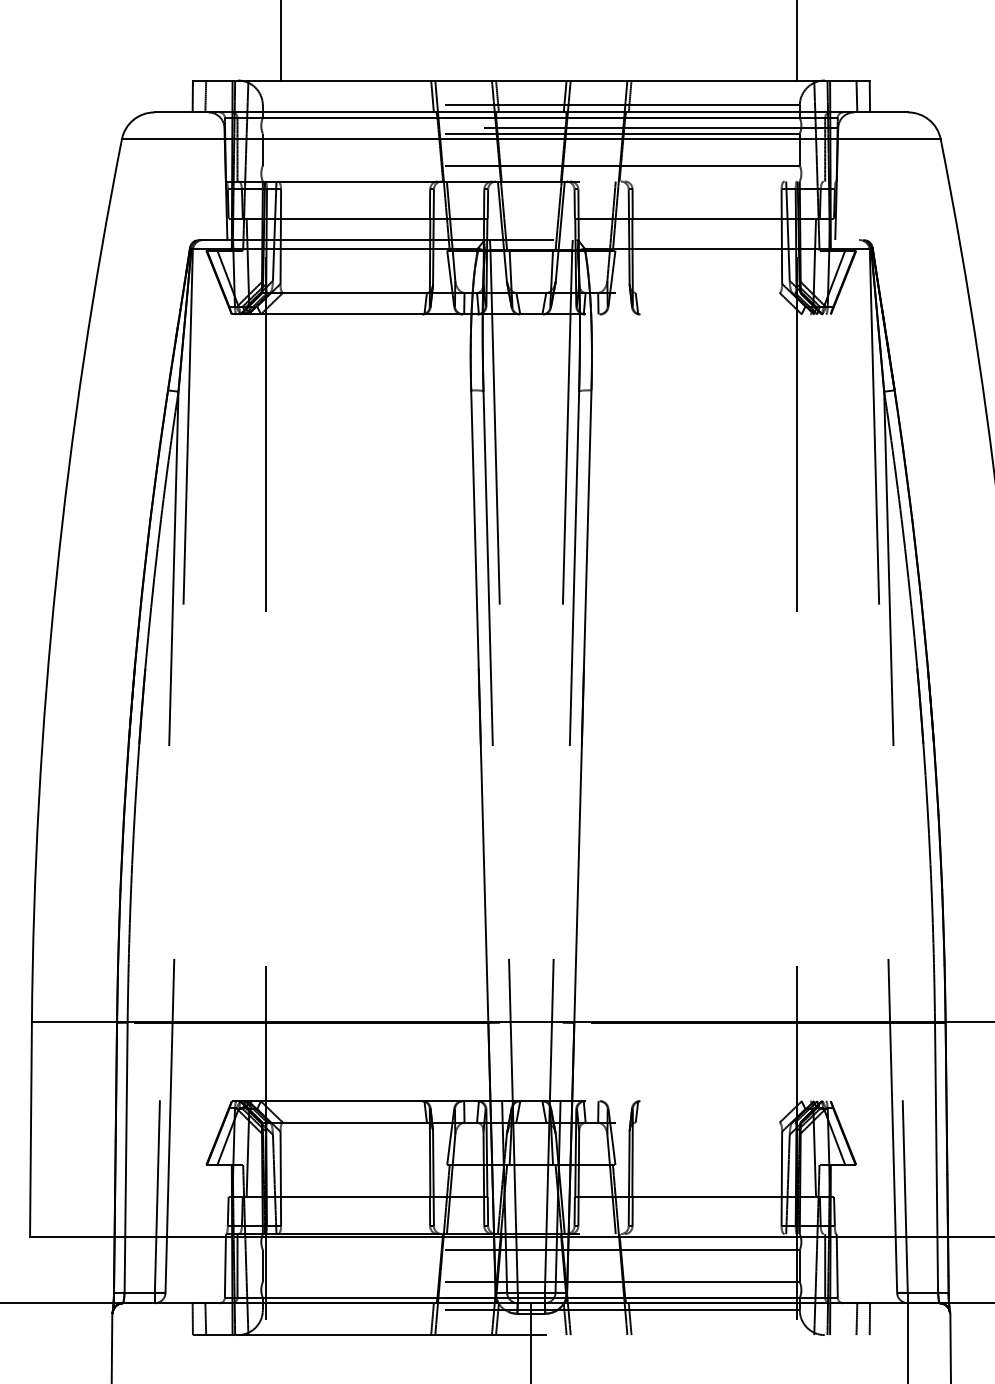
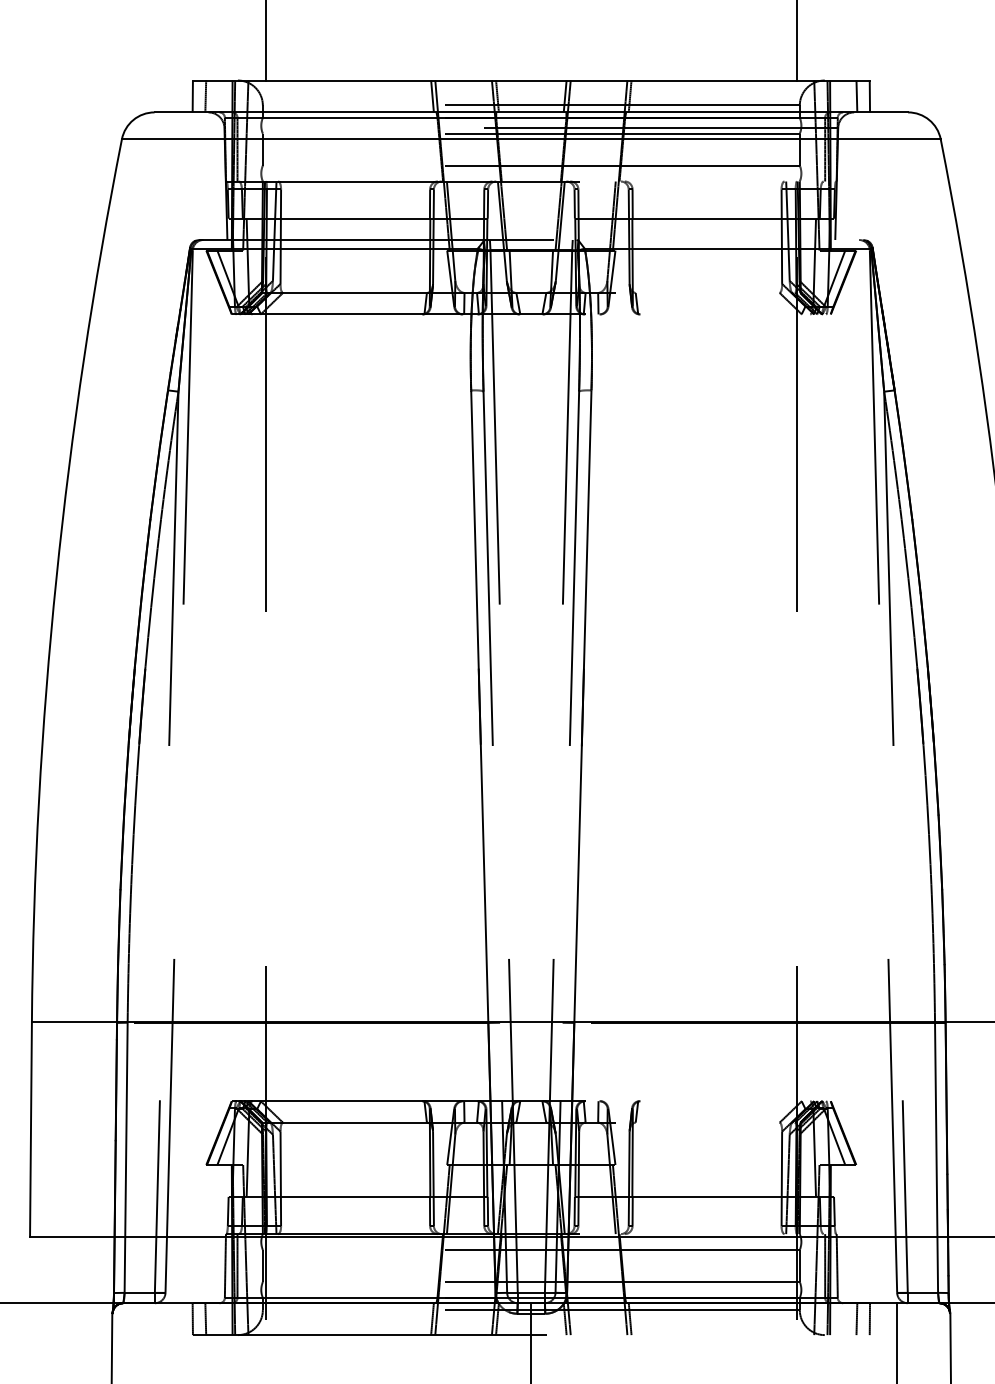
line at (280, 41) position: (280, 41) -> (265, 41)
line at (908, 1341) position: (908, 1341) -> (897, 1341)
